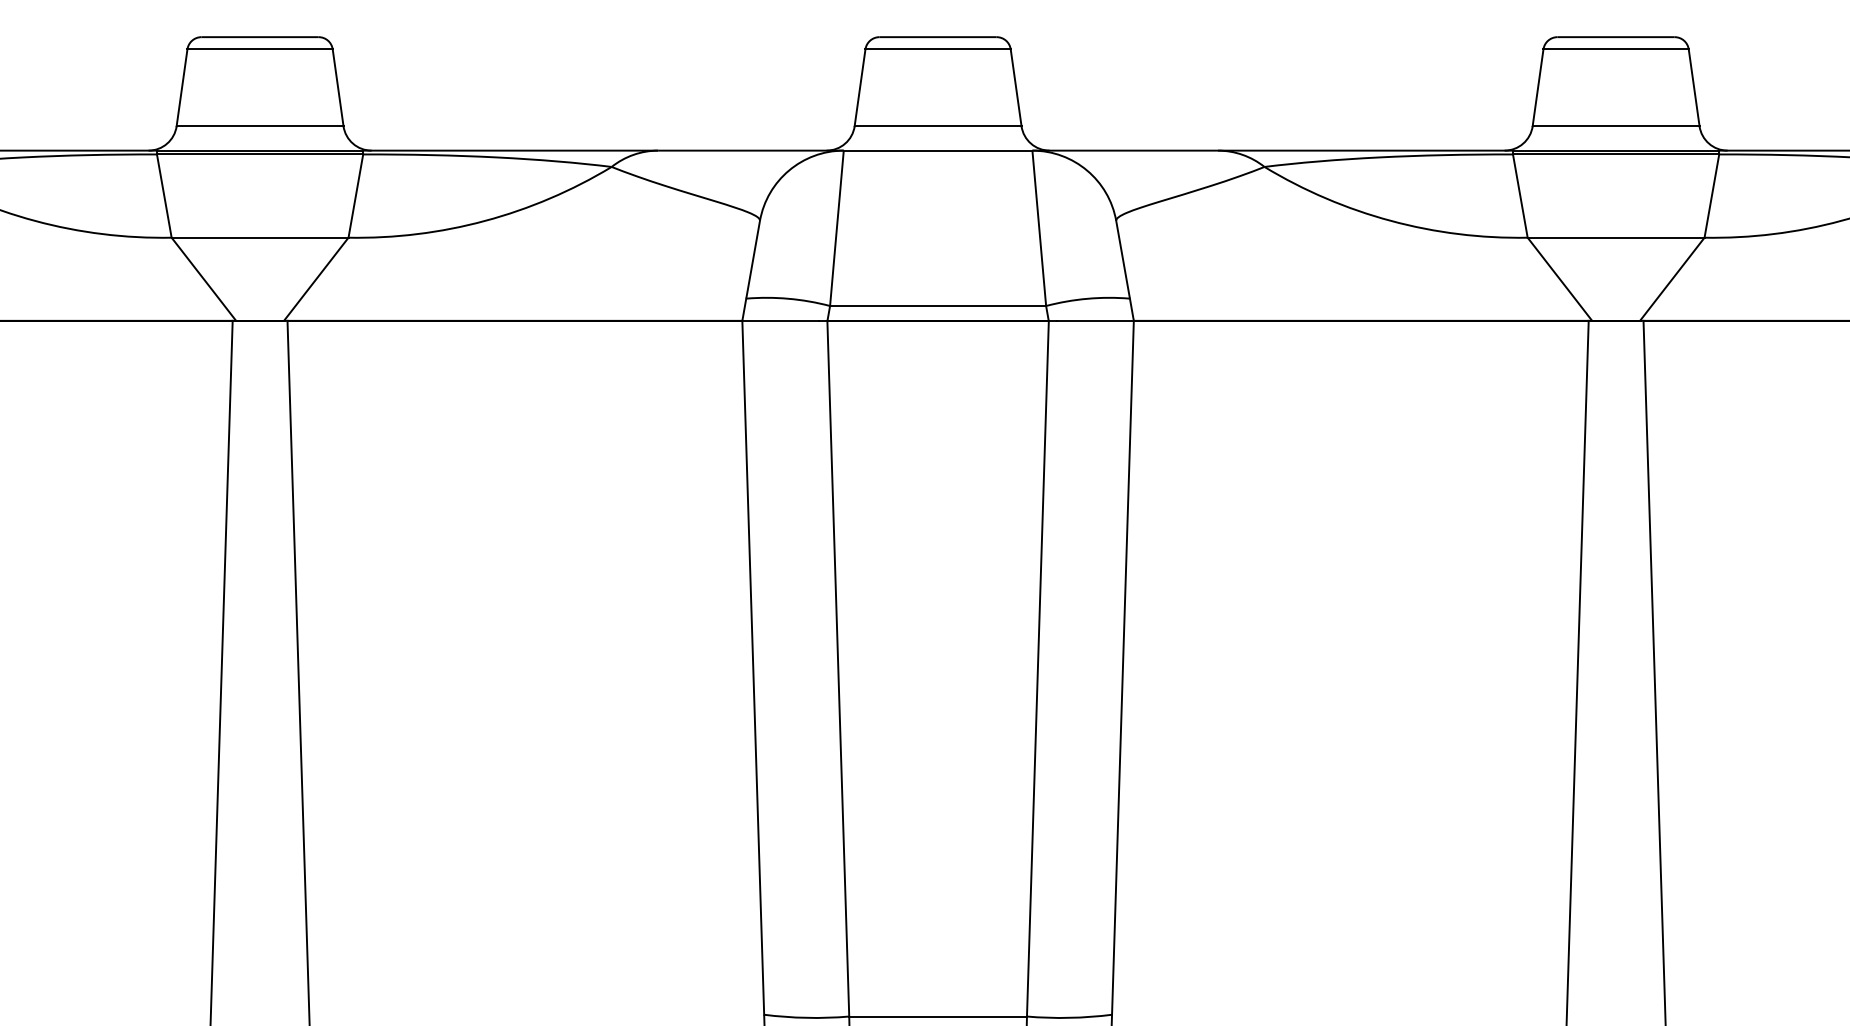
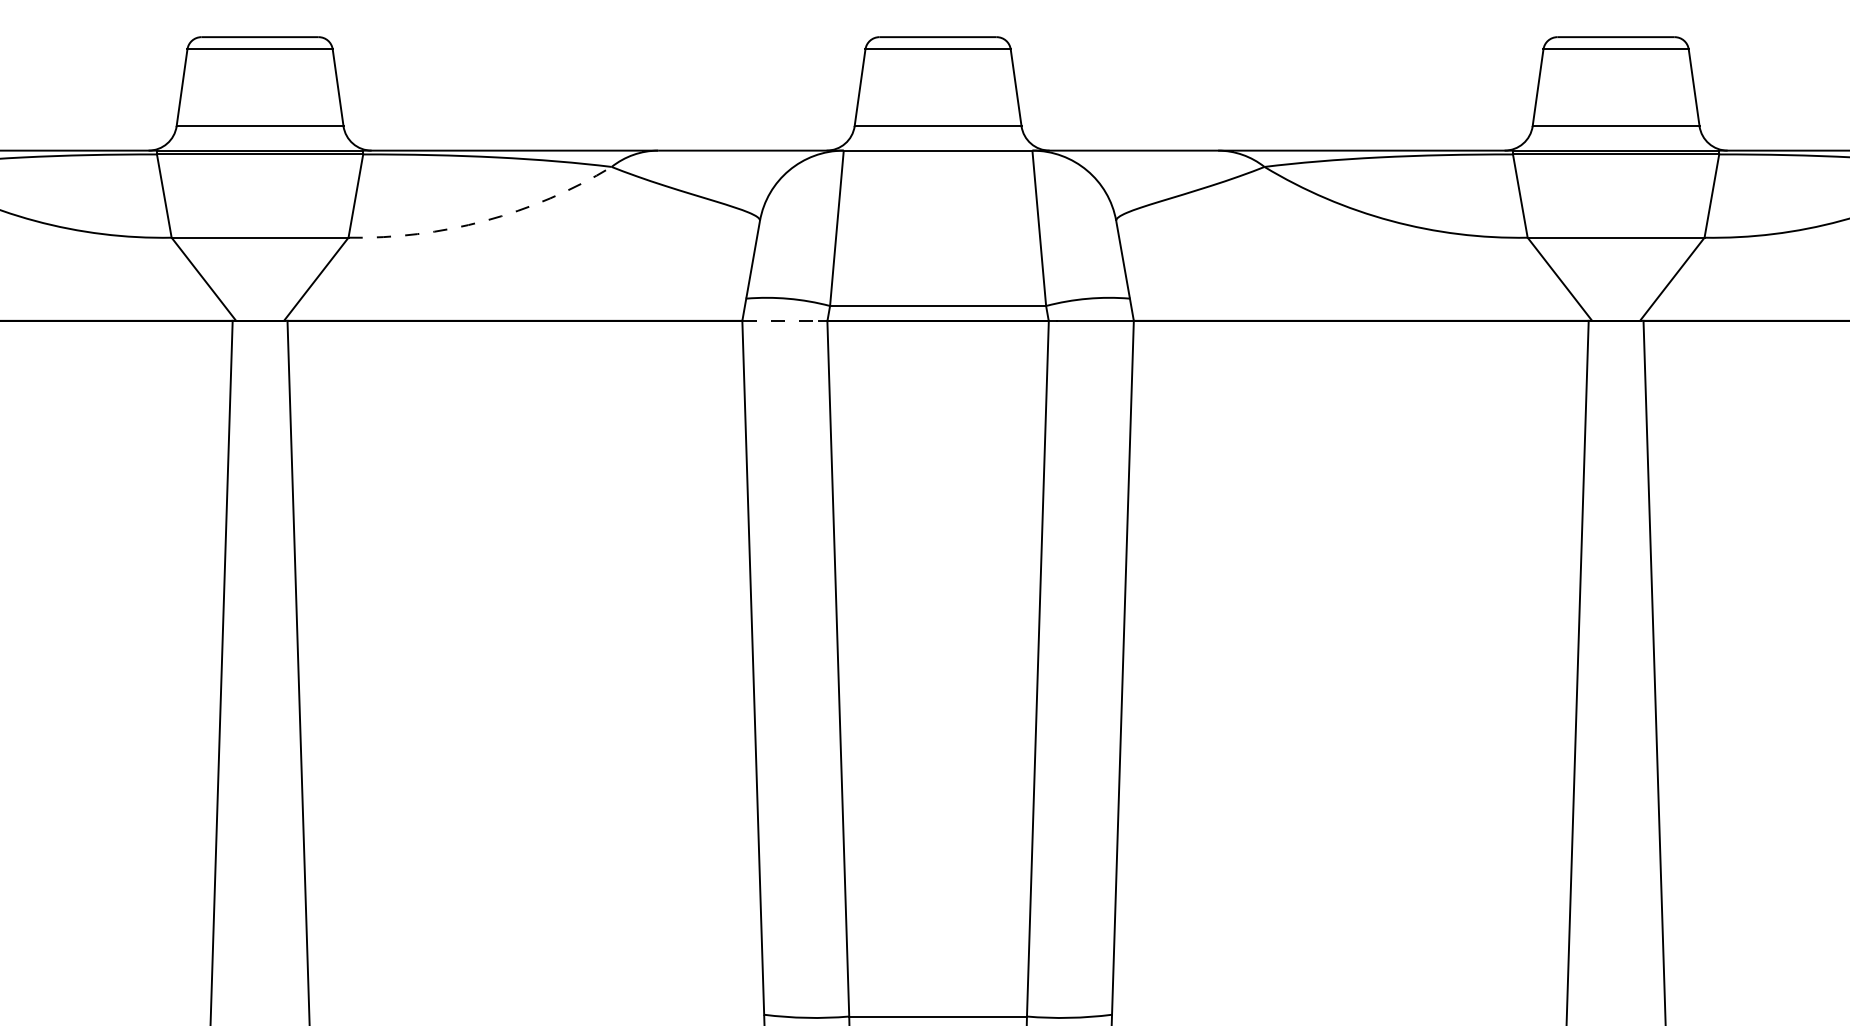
arc at (485, 220): solid -> dashed
line at (780, 320): solid -> dashed
